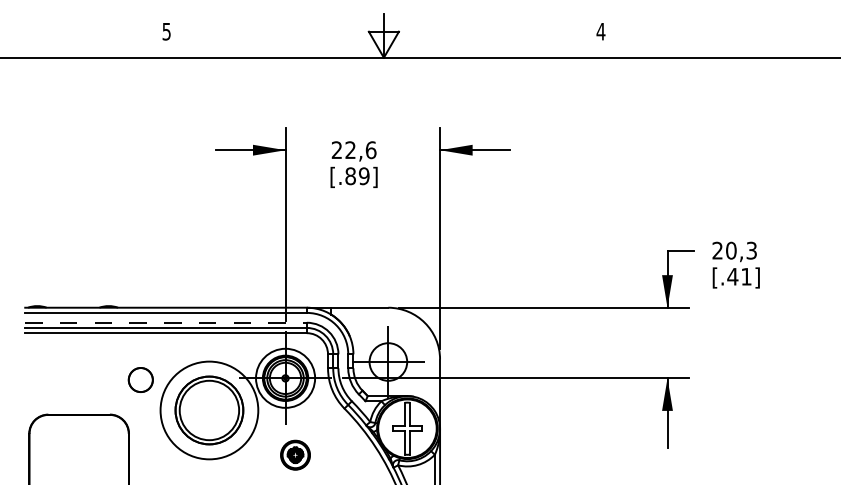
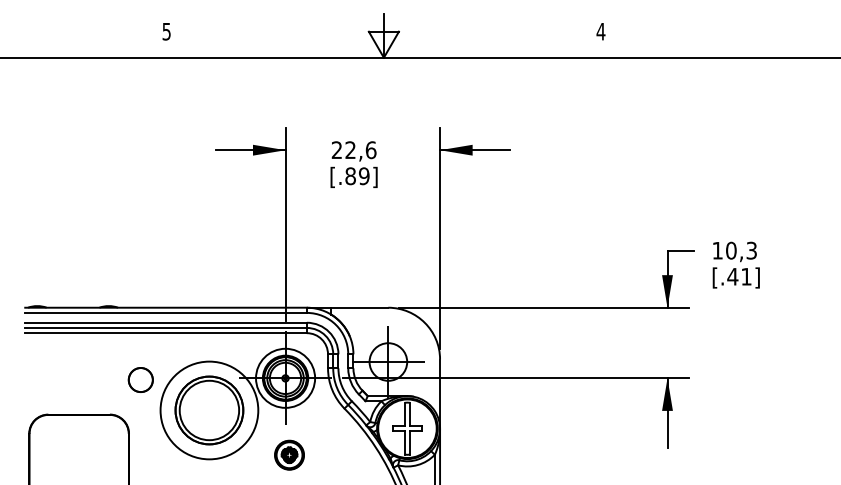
text at (717, 250): 20,3 -> 10,3
line at (166, 322): dashed -> solid
part at (295, 454) position: (295, 454) -> (289, 454)
